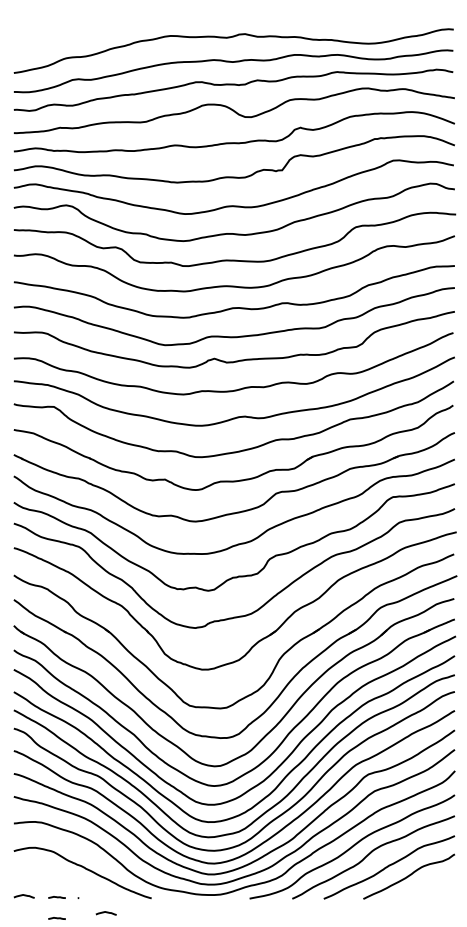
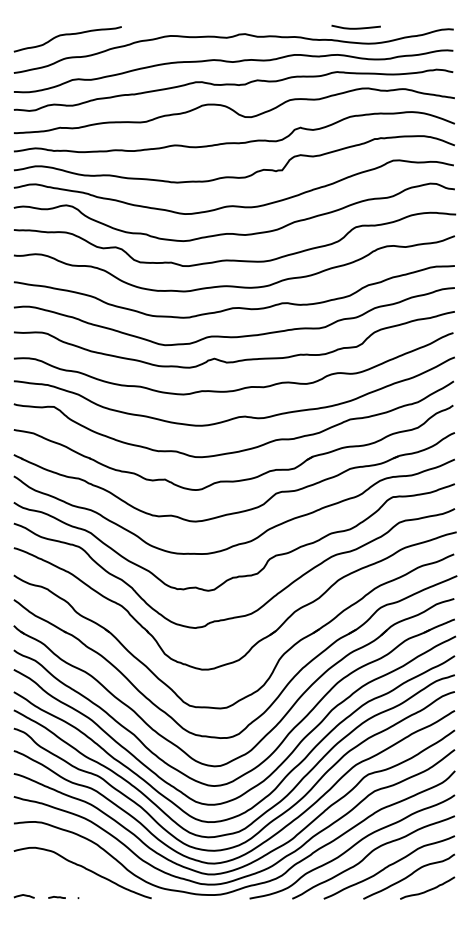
curve at (355, 27): none -> present
curve at (67, 35): none -> present
curve at (428, 889): none -> present
curve at (105, 912): present -> none
line at (56, 918): present -> none
